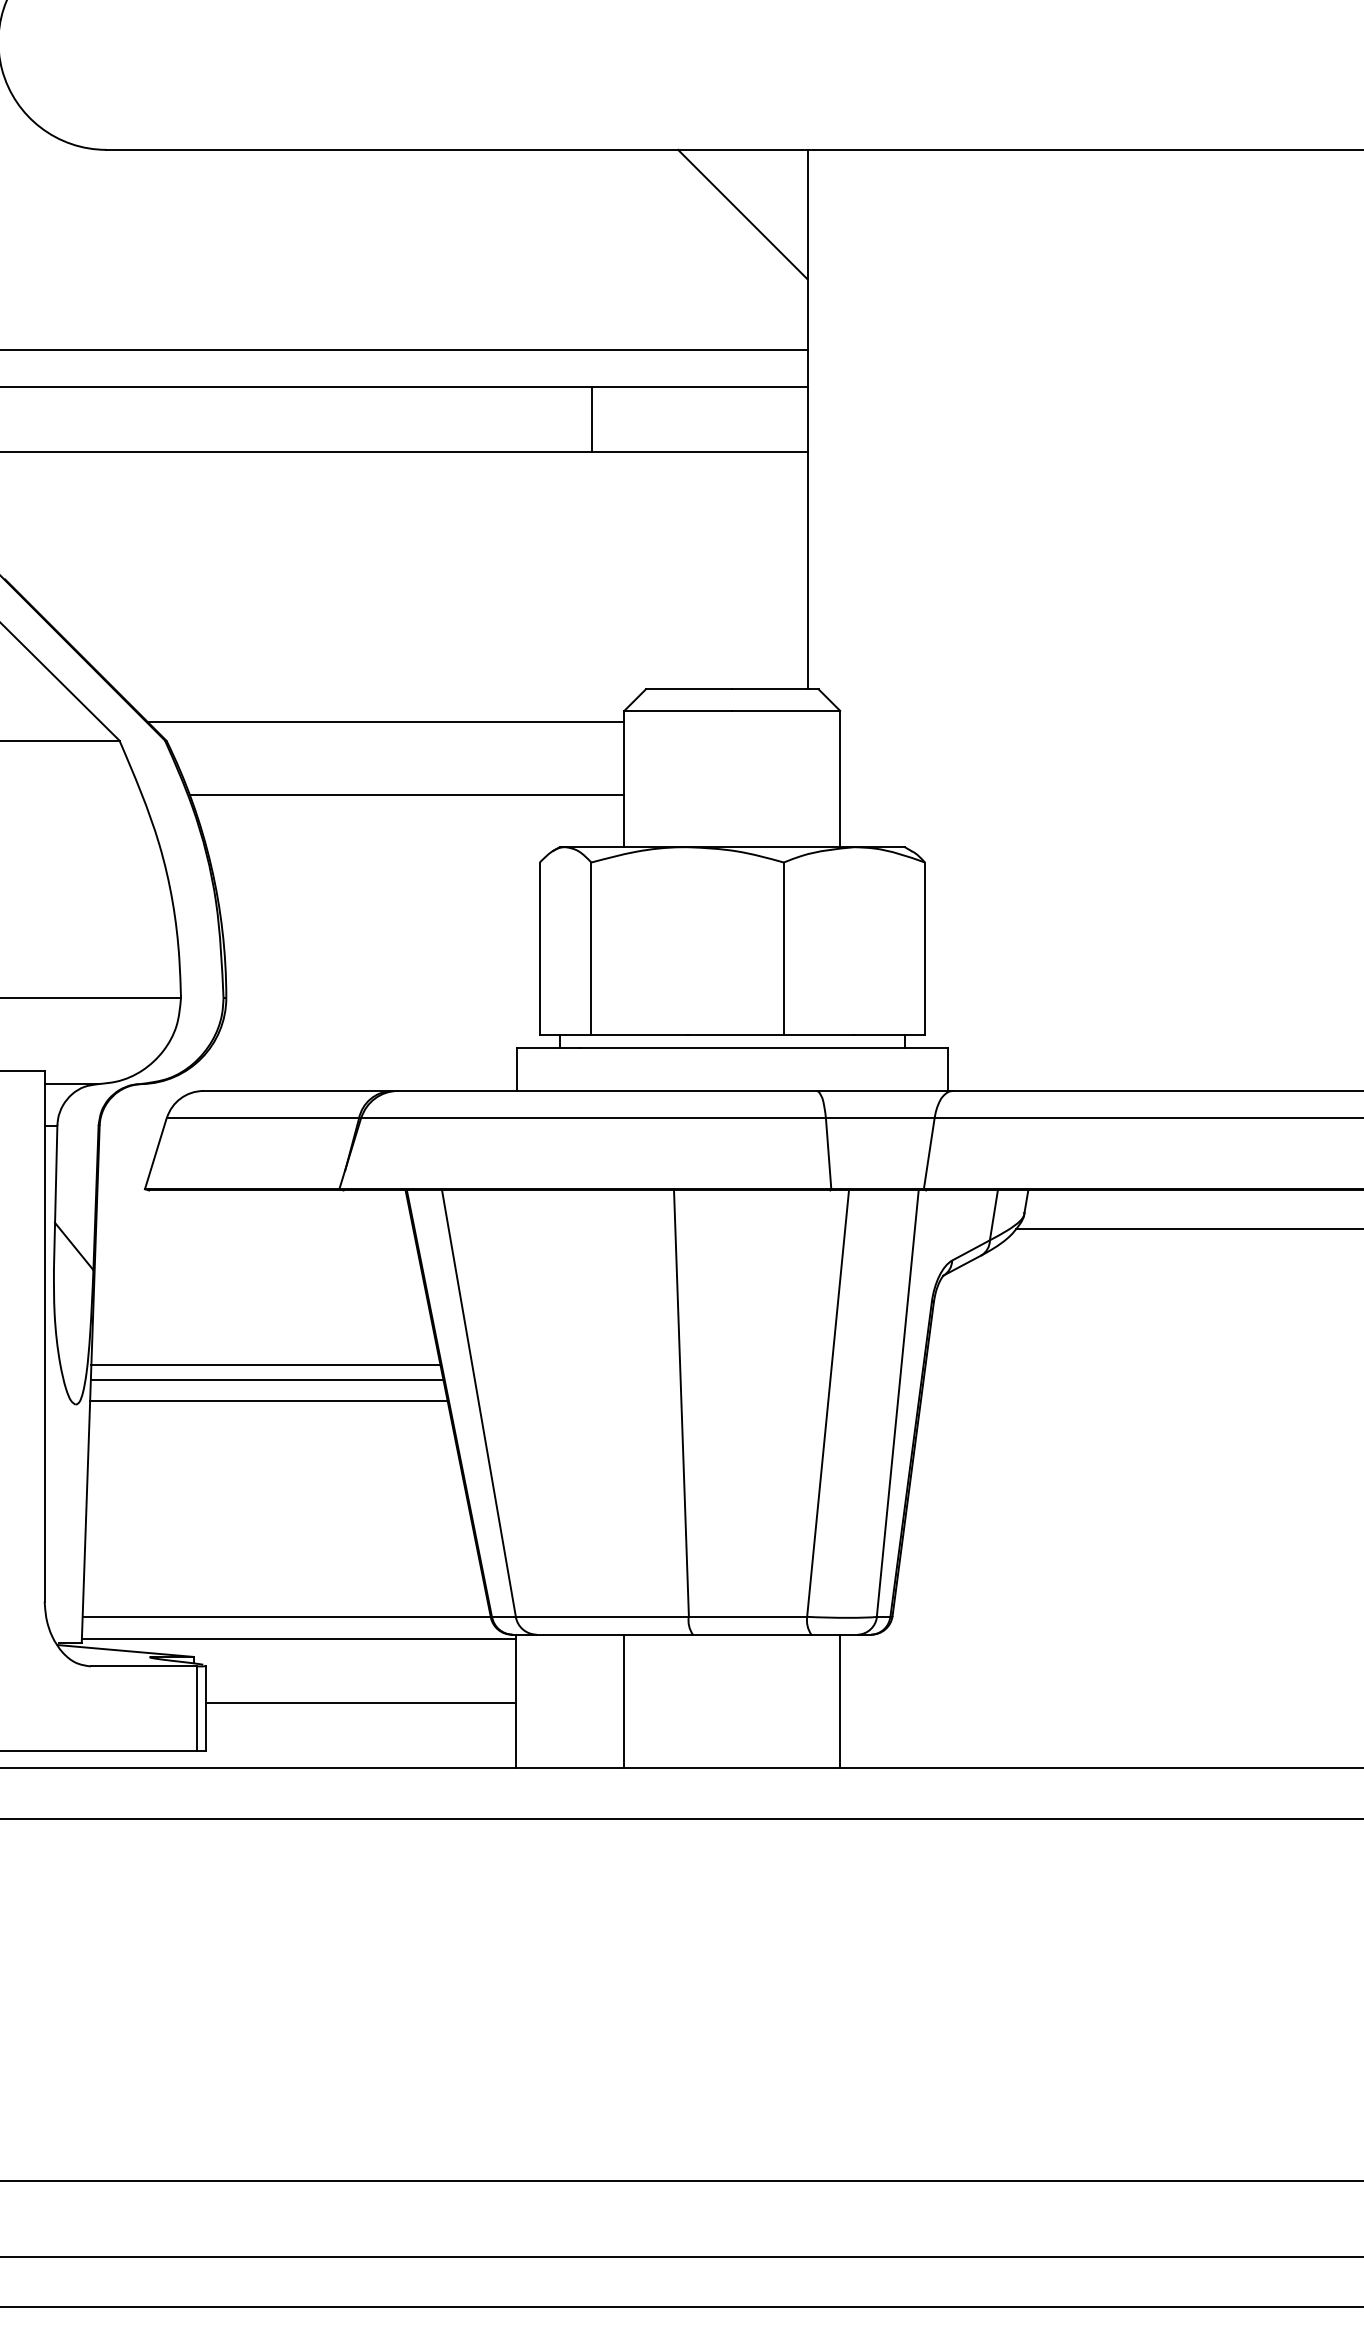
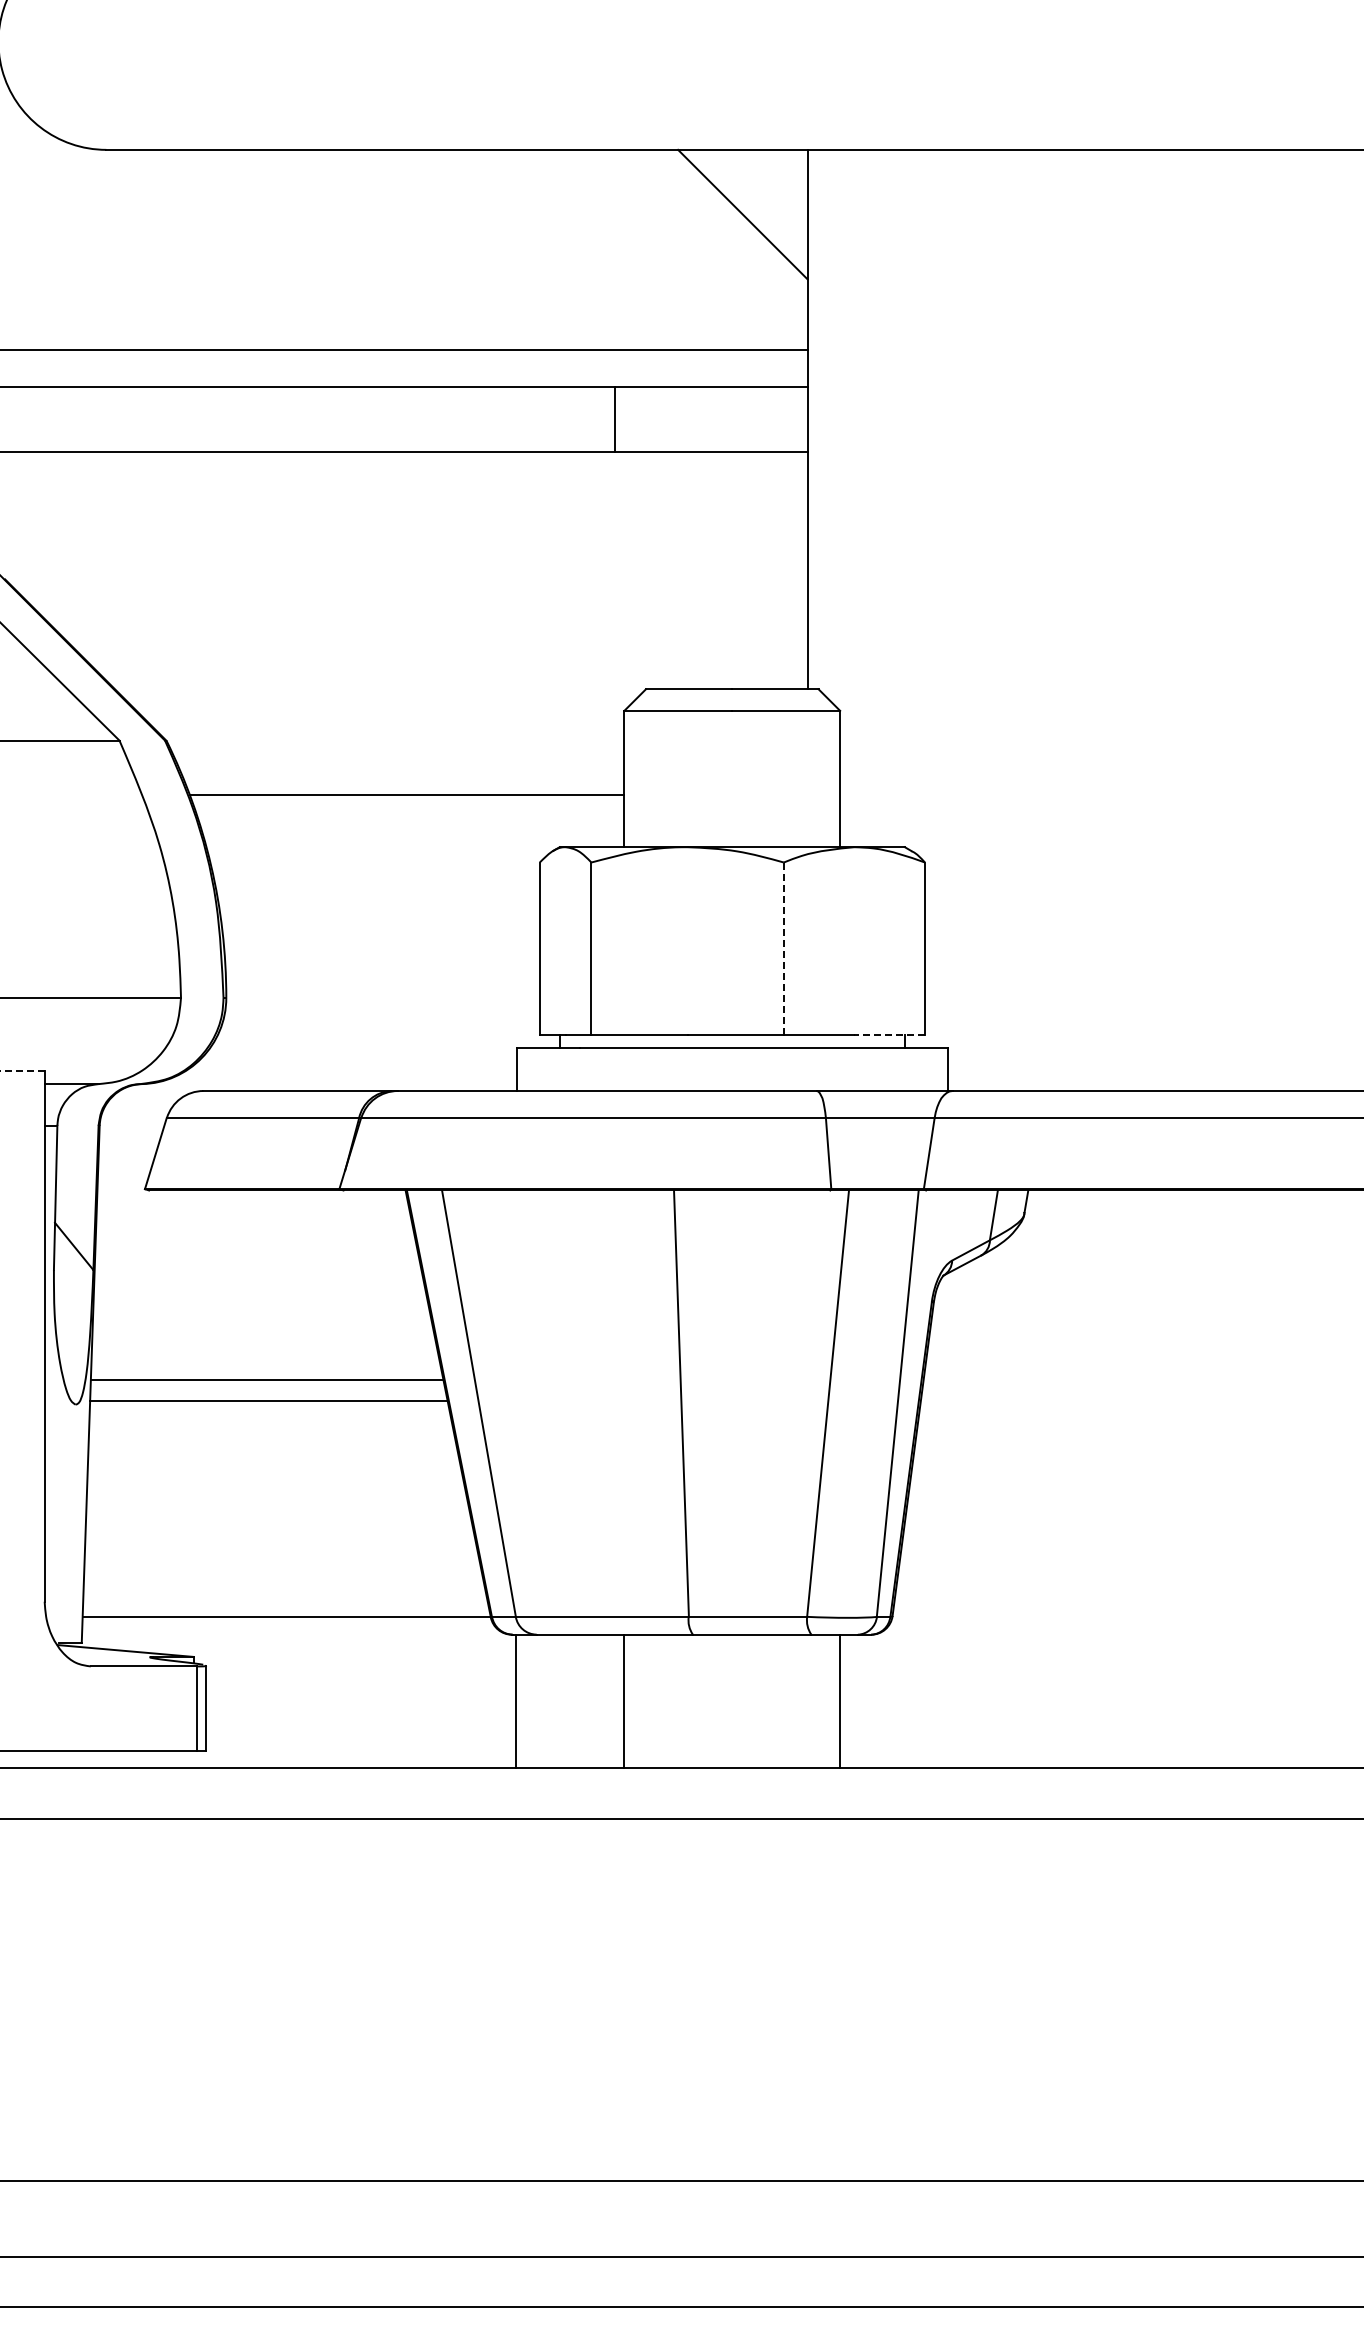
line at (591, 419) position: (591, 419) -> (614, 419)
line at (385, 721): present -> none
line at (783, 948): solid -> dashed
line at (889, 1034): solid -> dashed
line at (22, 1071): solid -> dashed
line at (1188, 1228): present -> none
line at (265, 1364): present -> none
line at (298, 1638): present -> none
line at (360, 1703): present -> none
